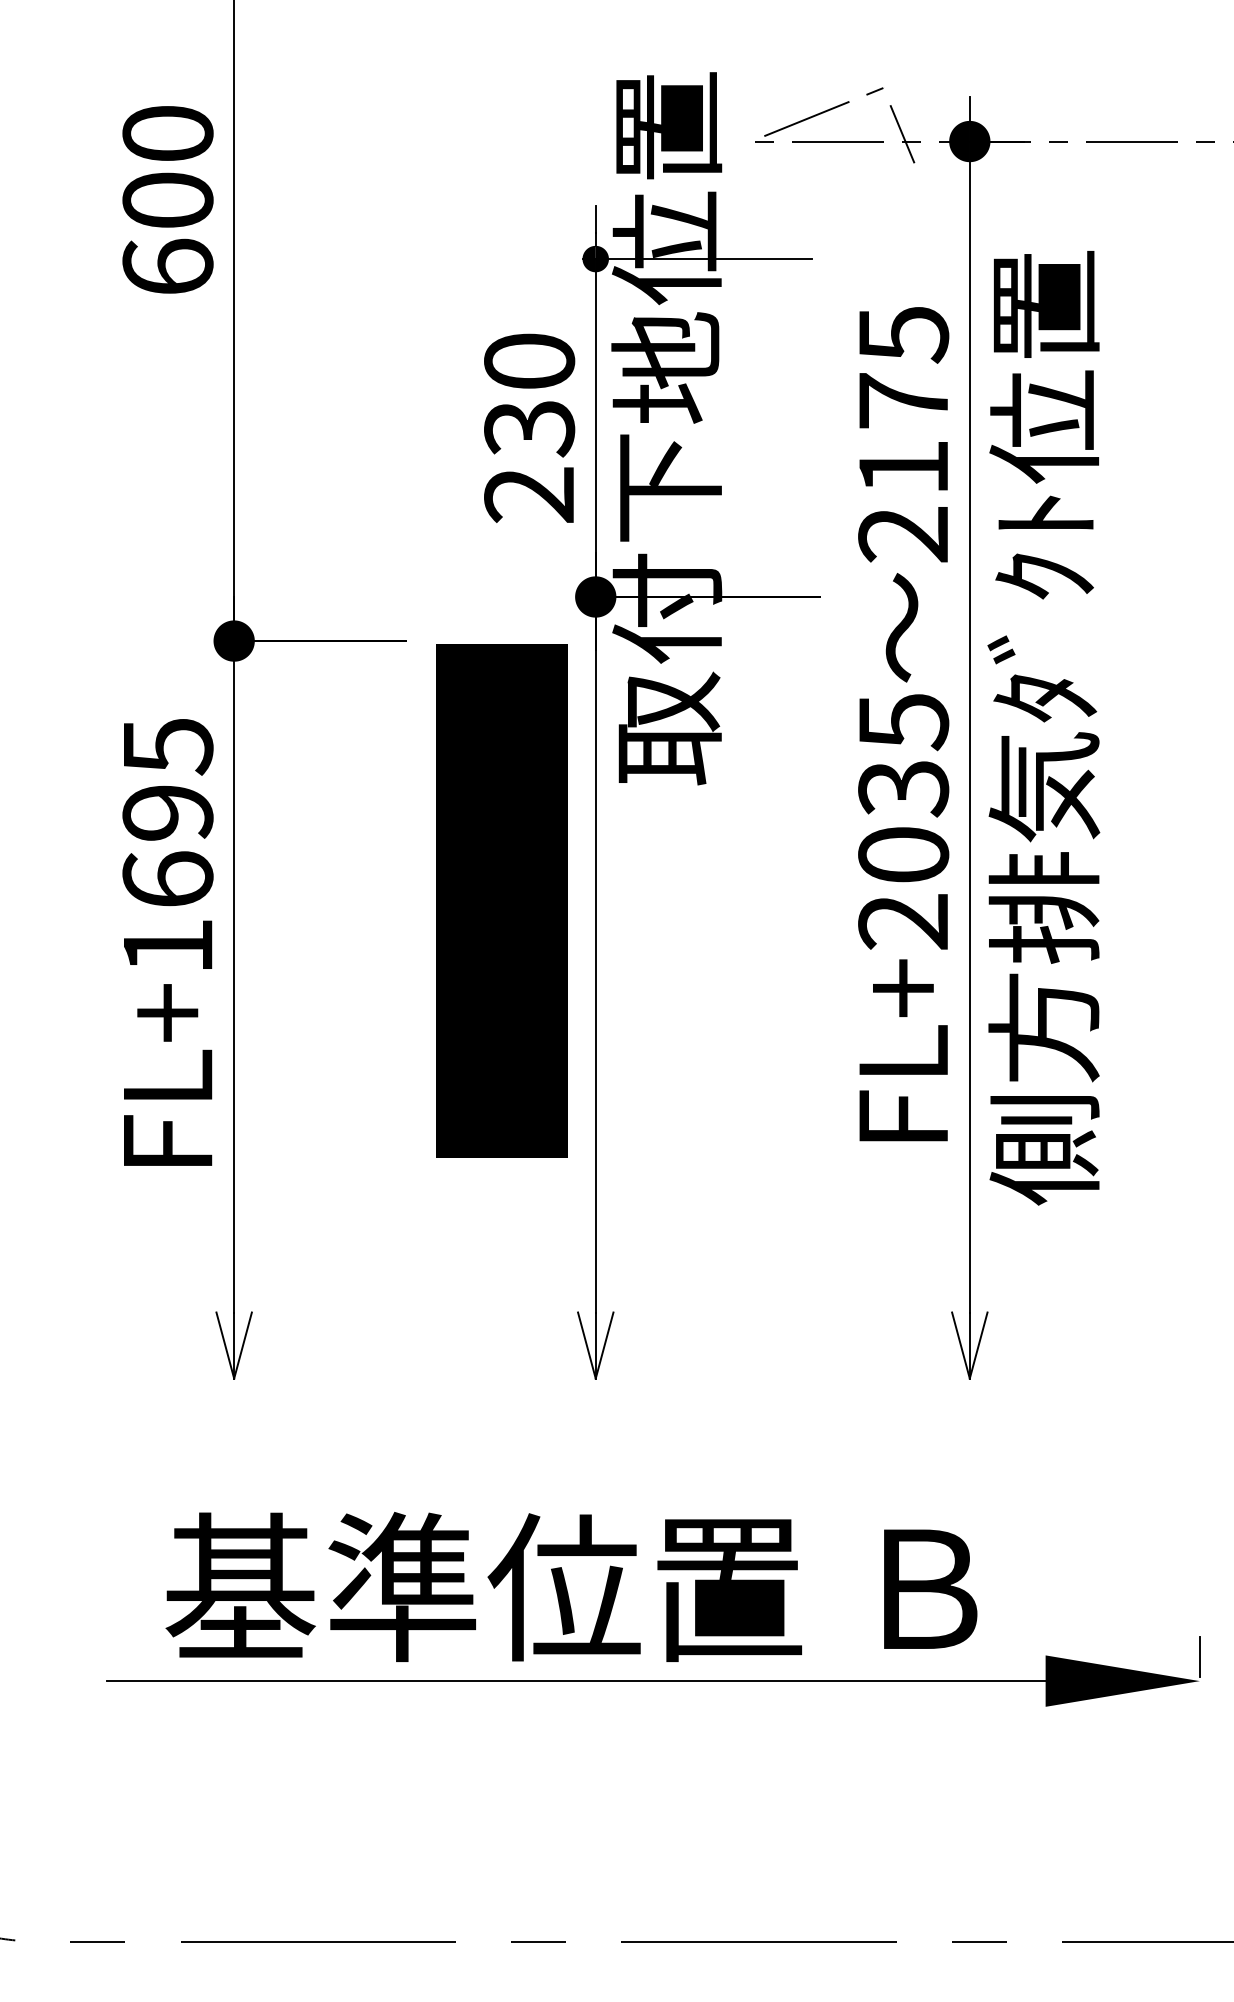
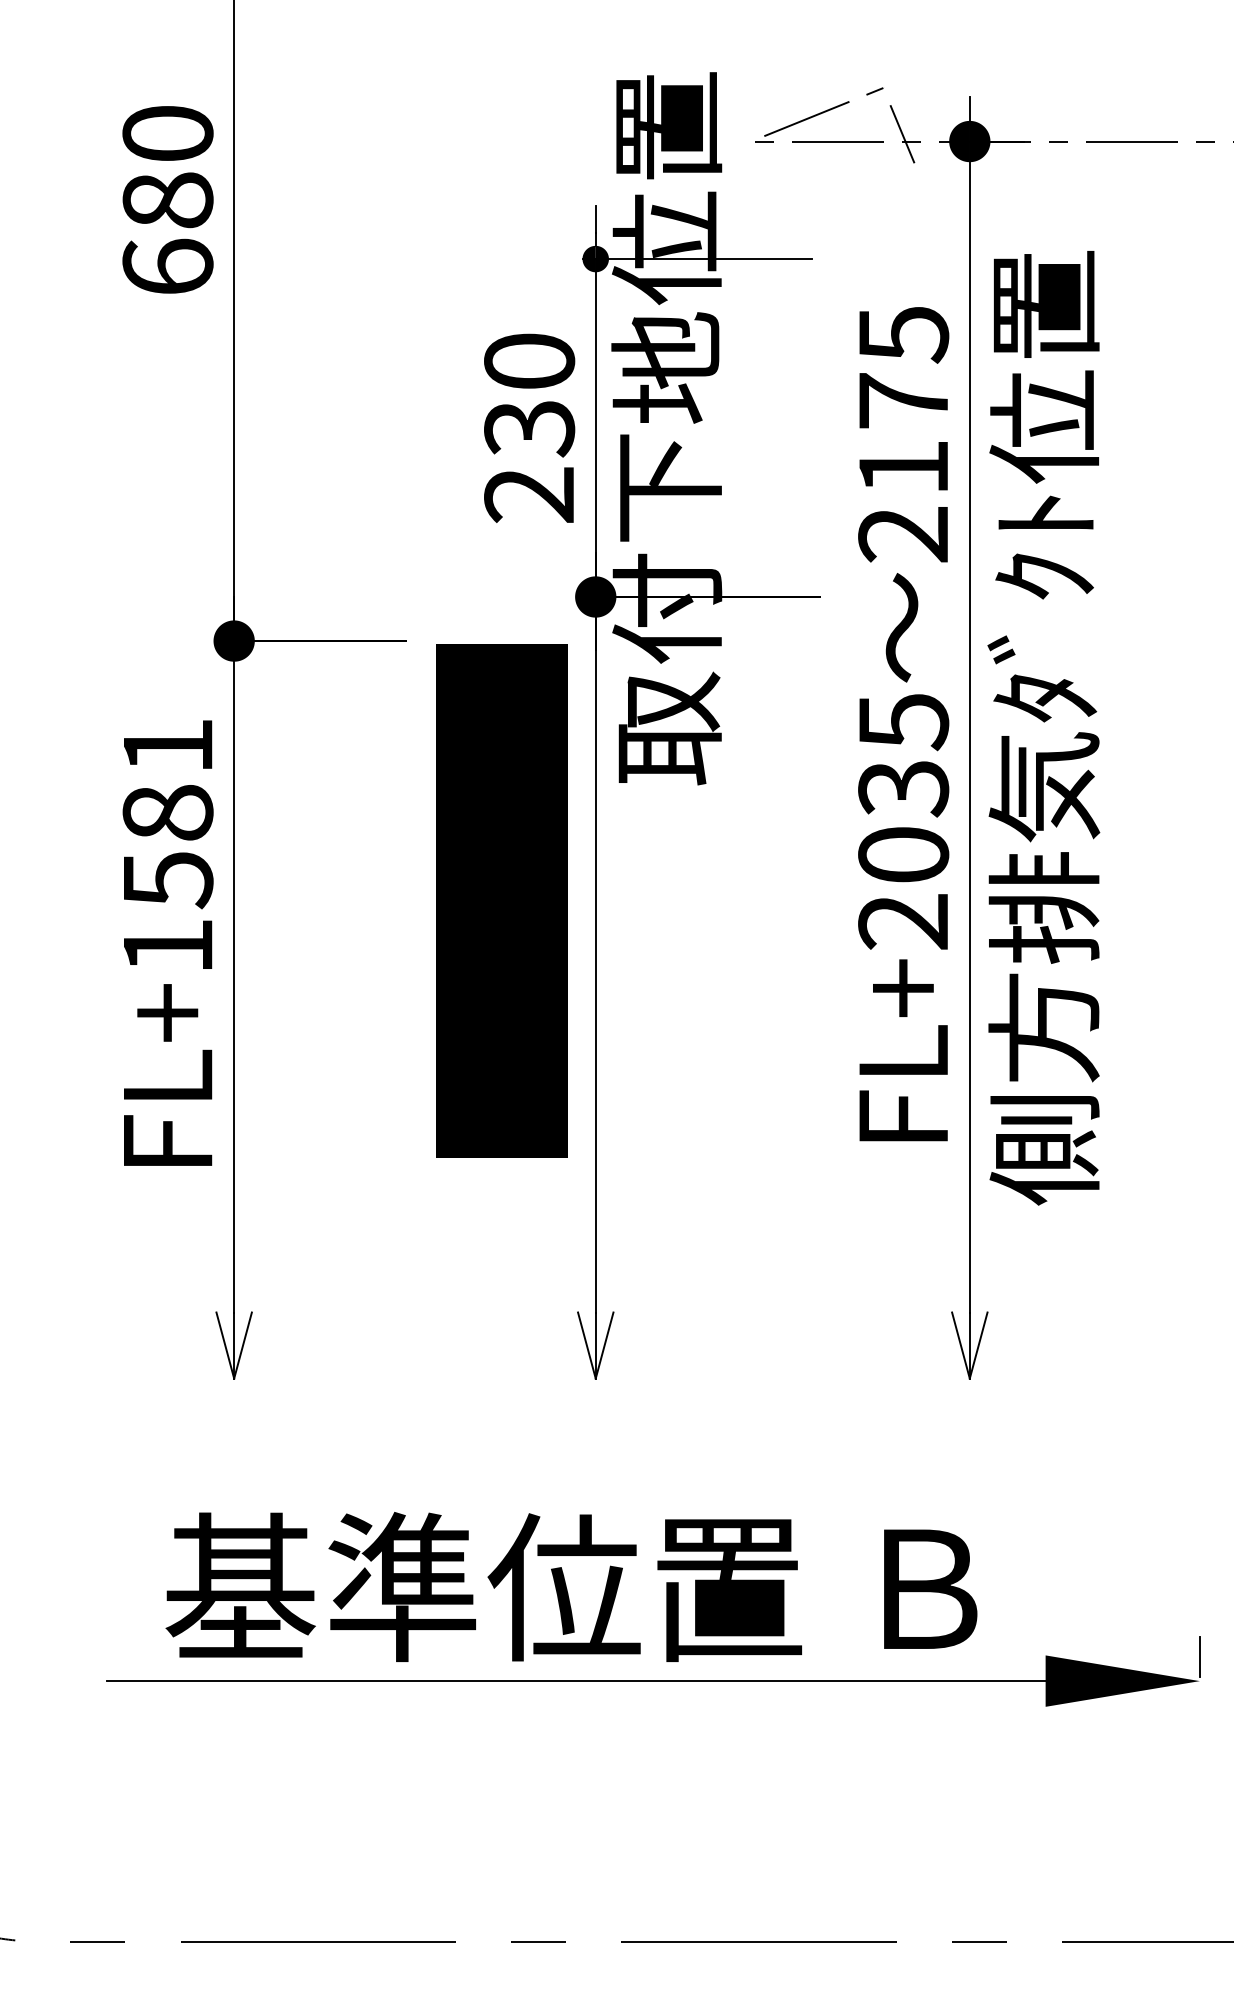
text at (167, 200): 600 -> 680
text at (167, 814): FL+1695 -> FL+1581
